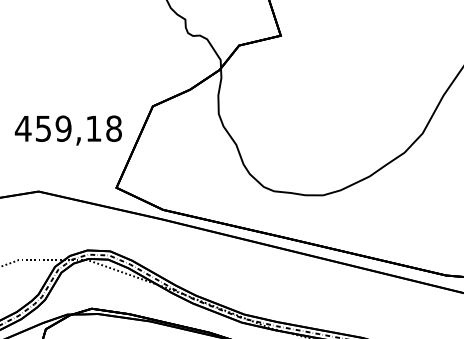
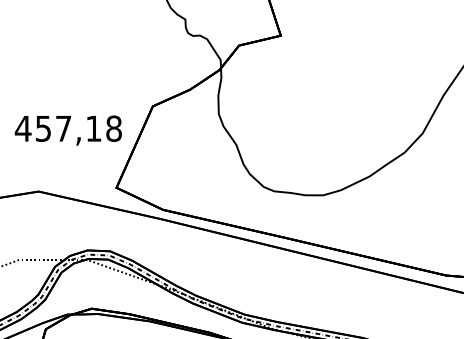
text at (63, 128): 459,18 -> 457,18
